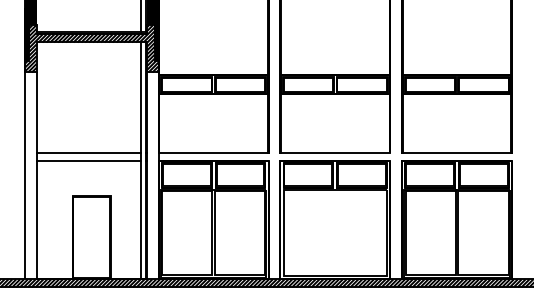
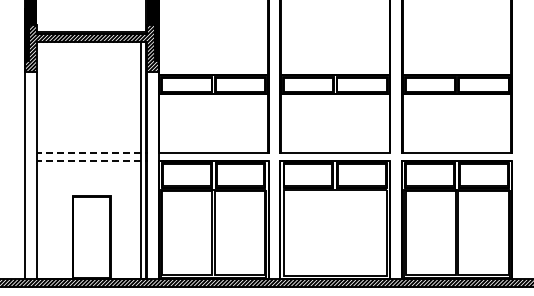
line at (141, 17): present -> none
line at (88, 152): solid -> dashed
line at (88, 160): solid -> dashed
